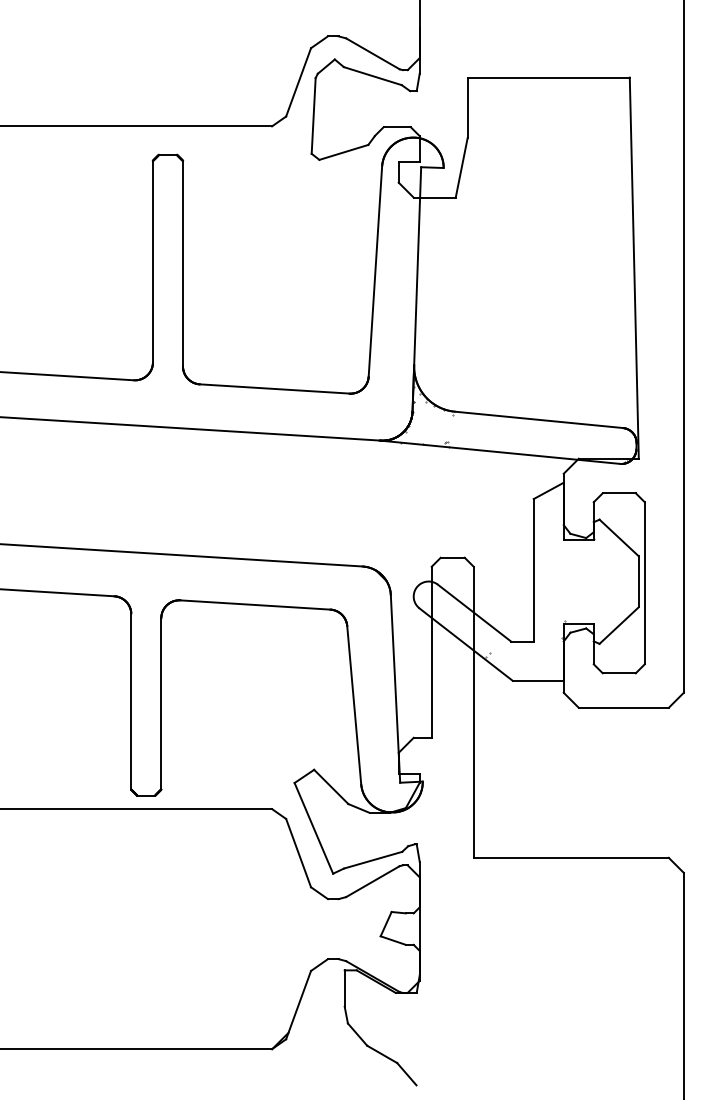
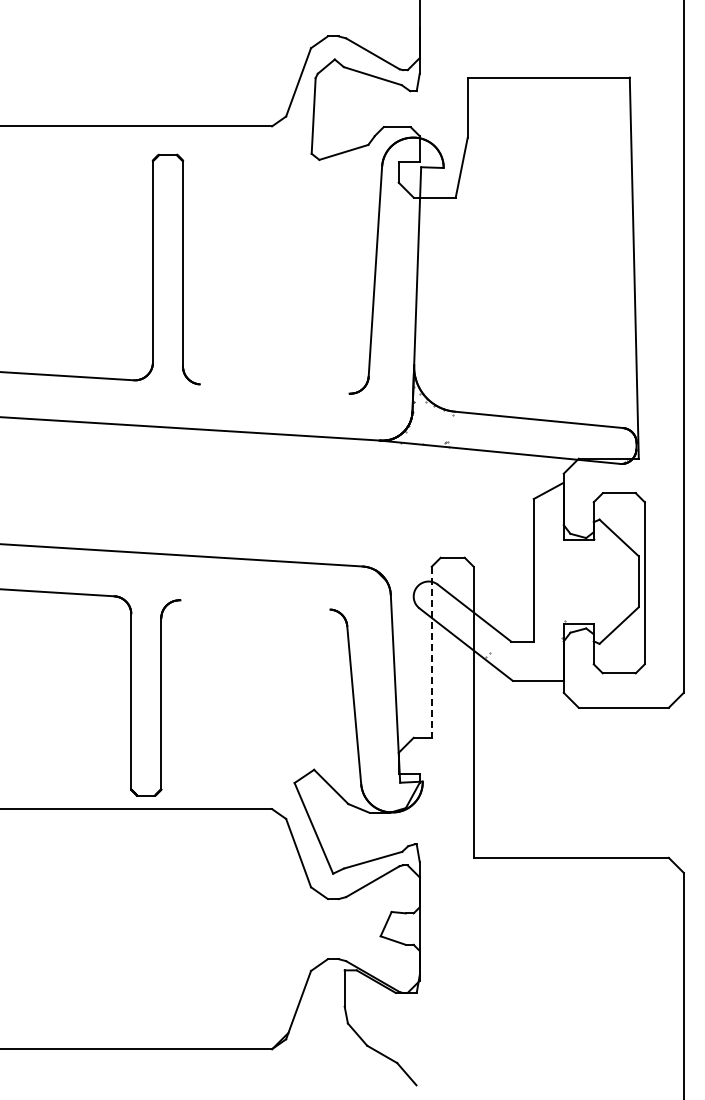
line at (274, 388): present -> none
line at (255, 604): present -> none
line at (431, 652): solid -> dashed
